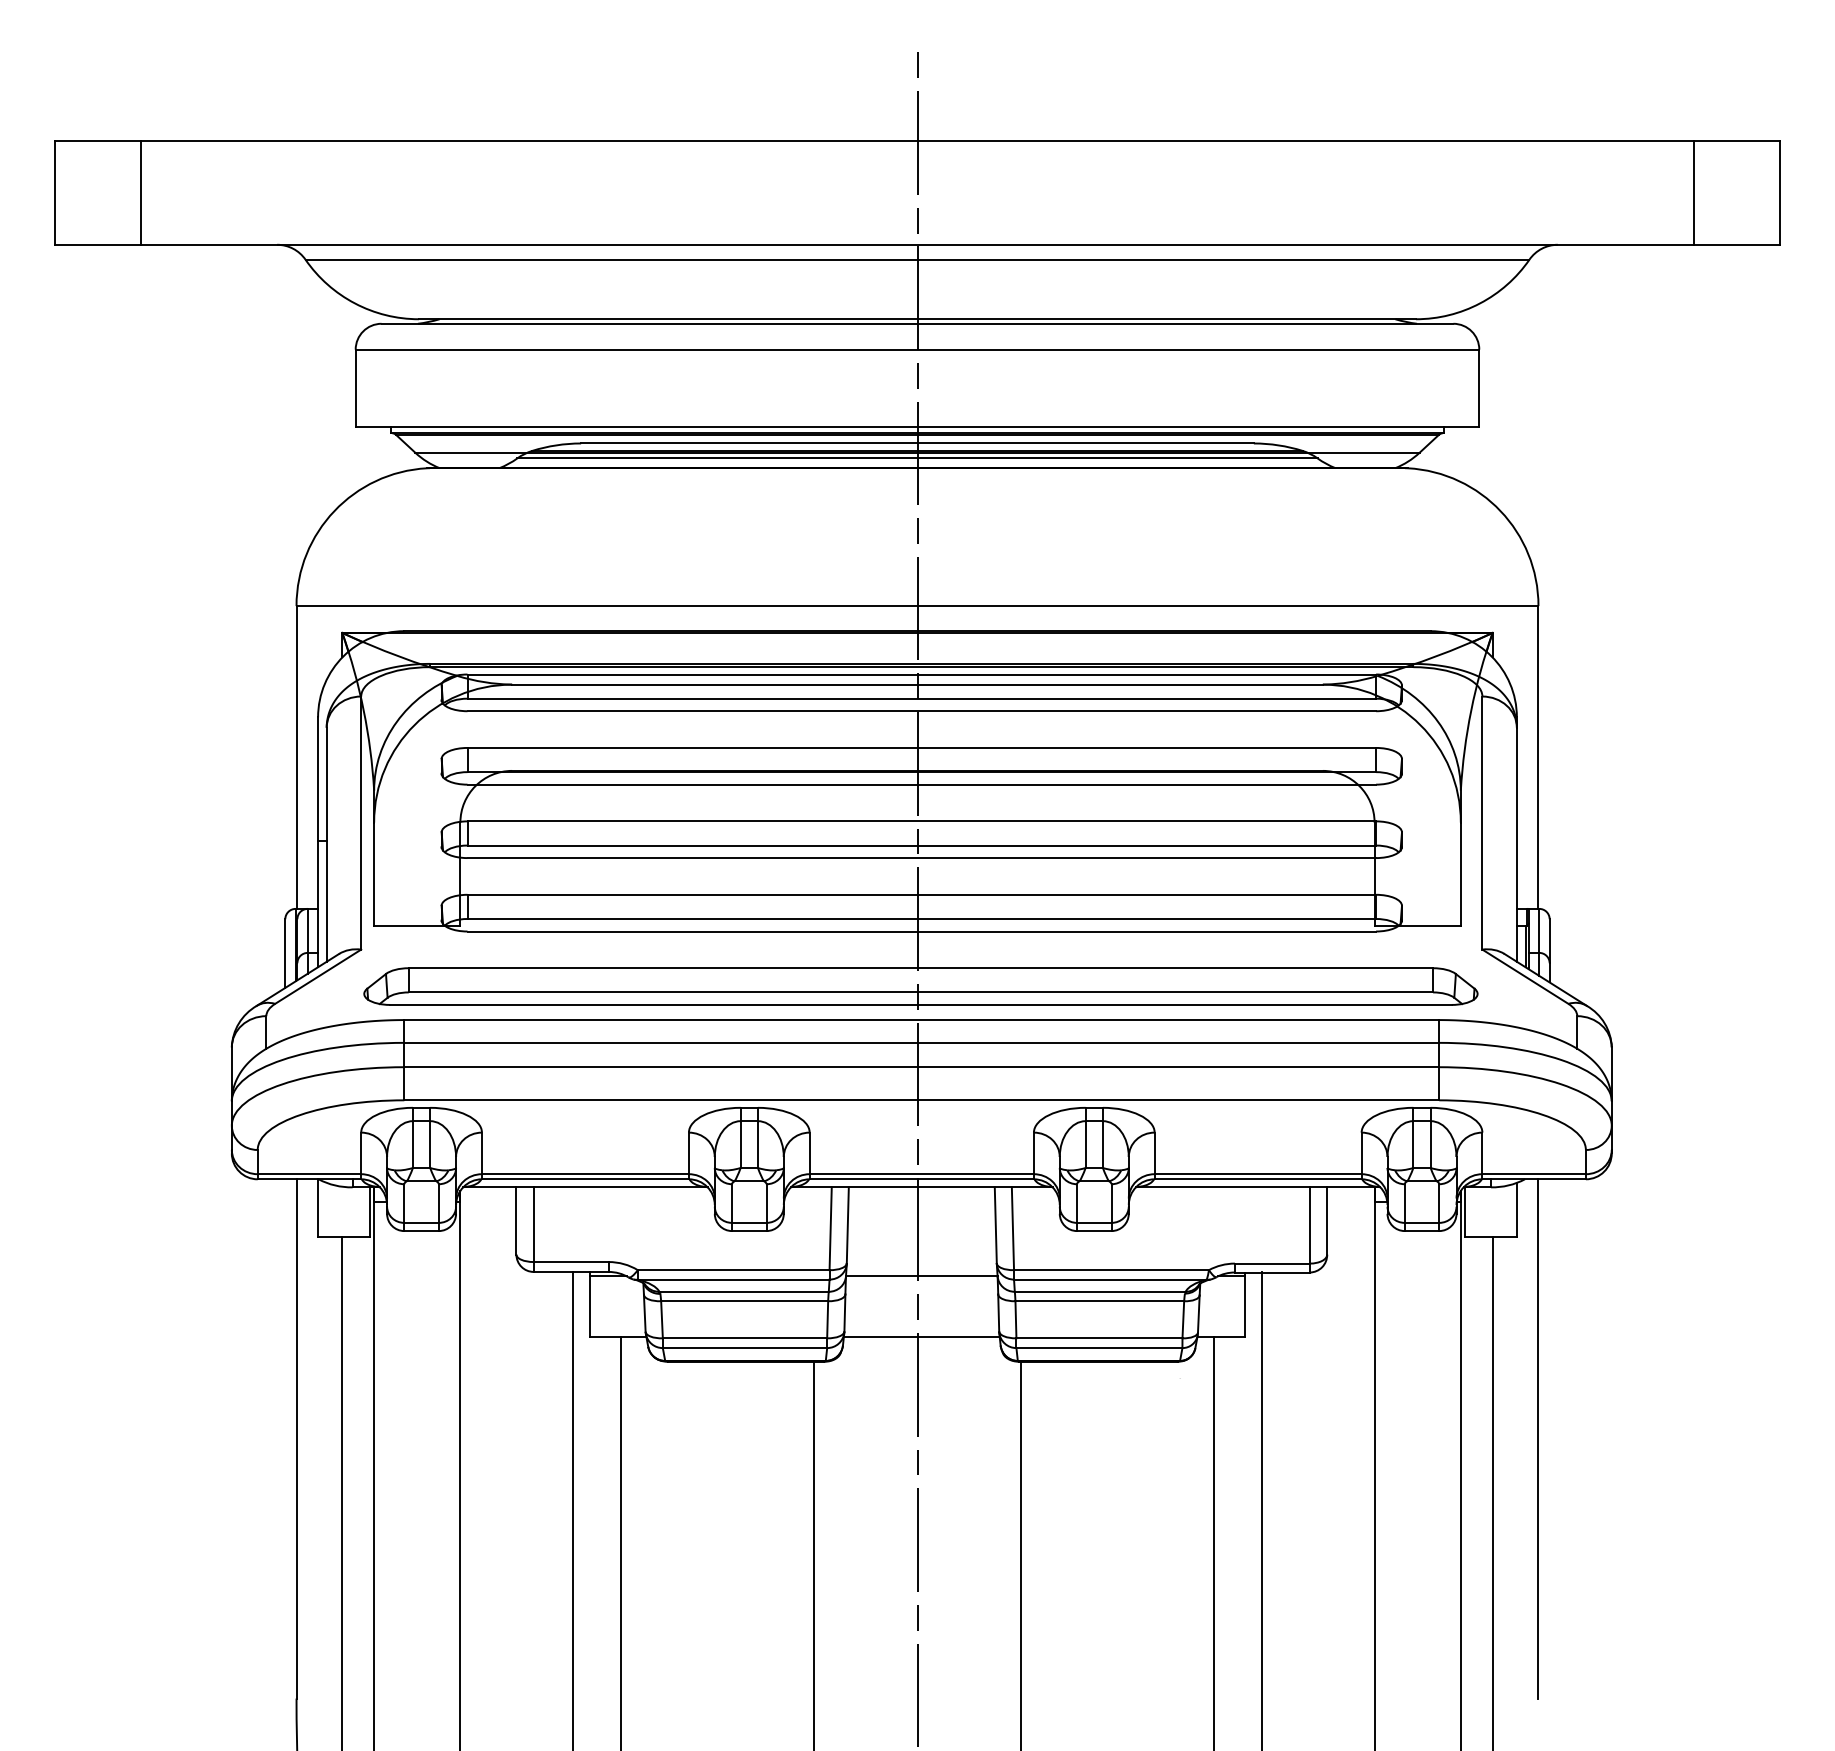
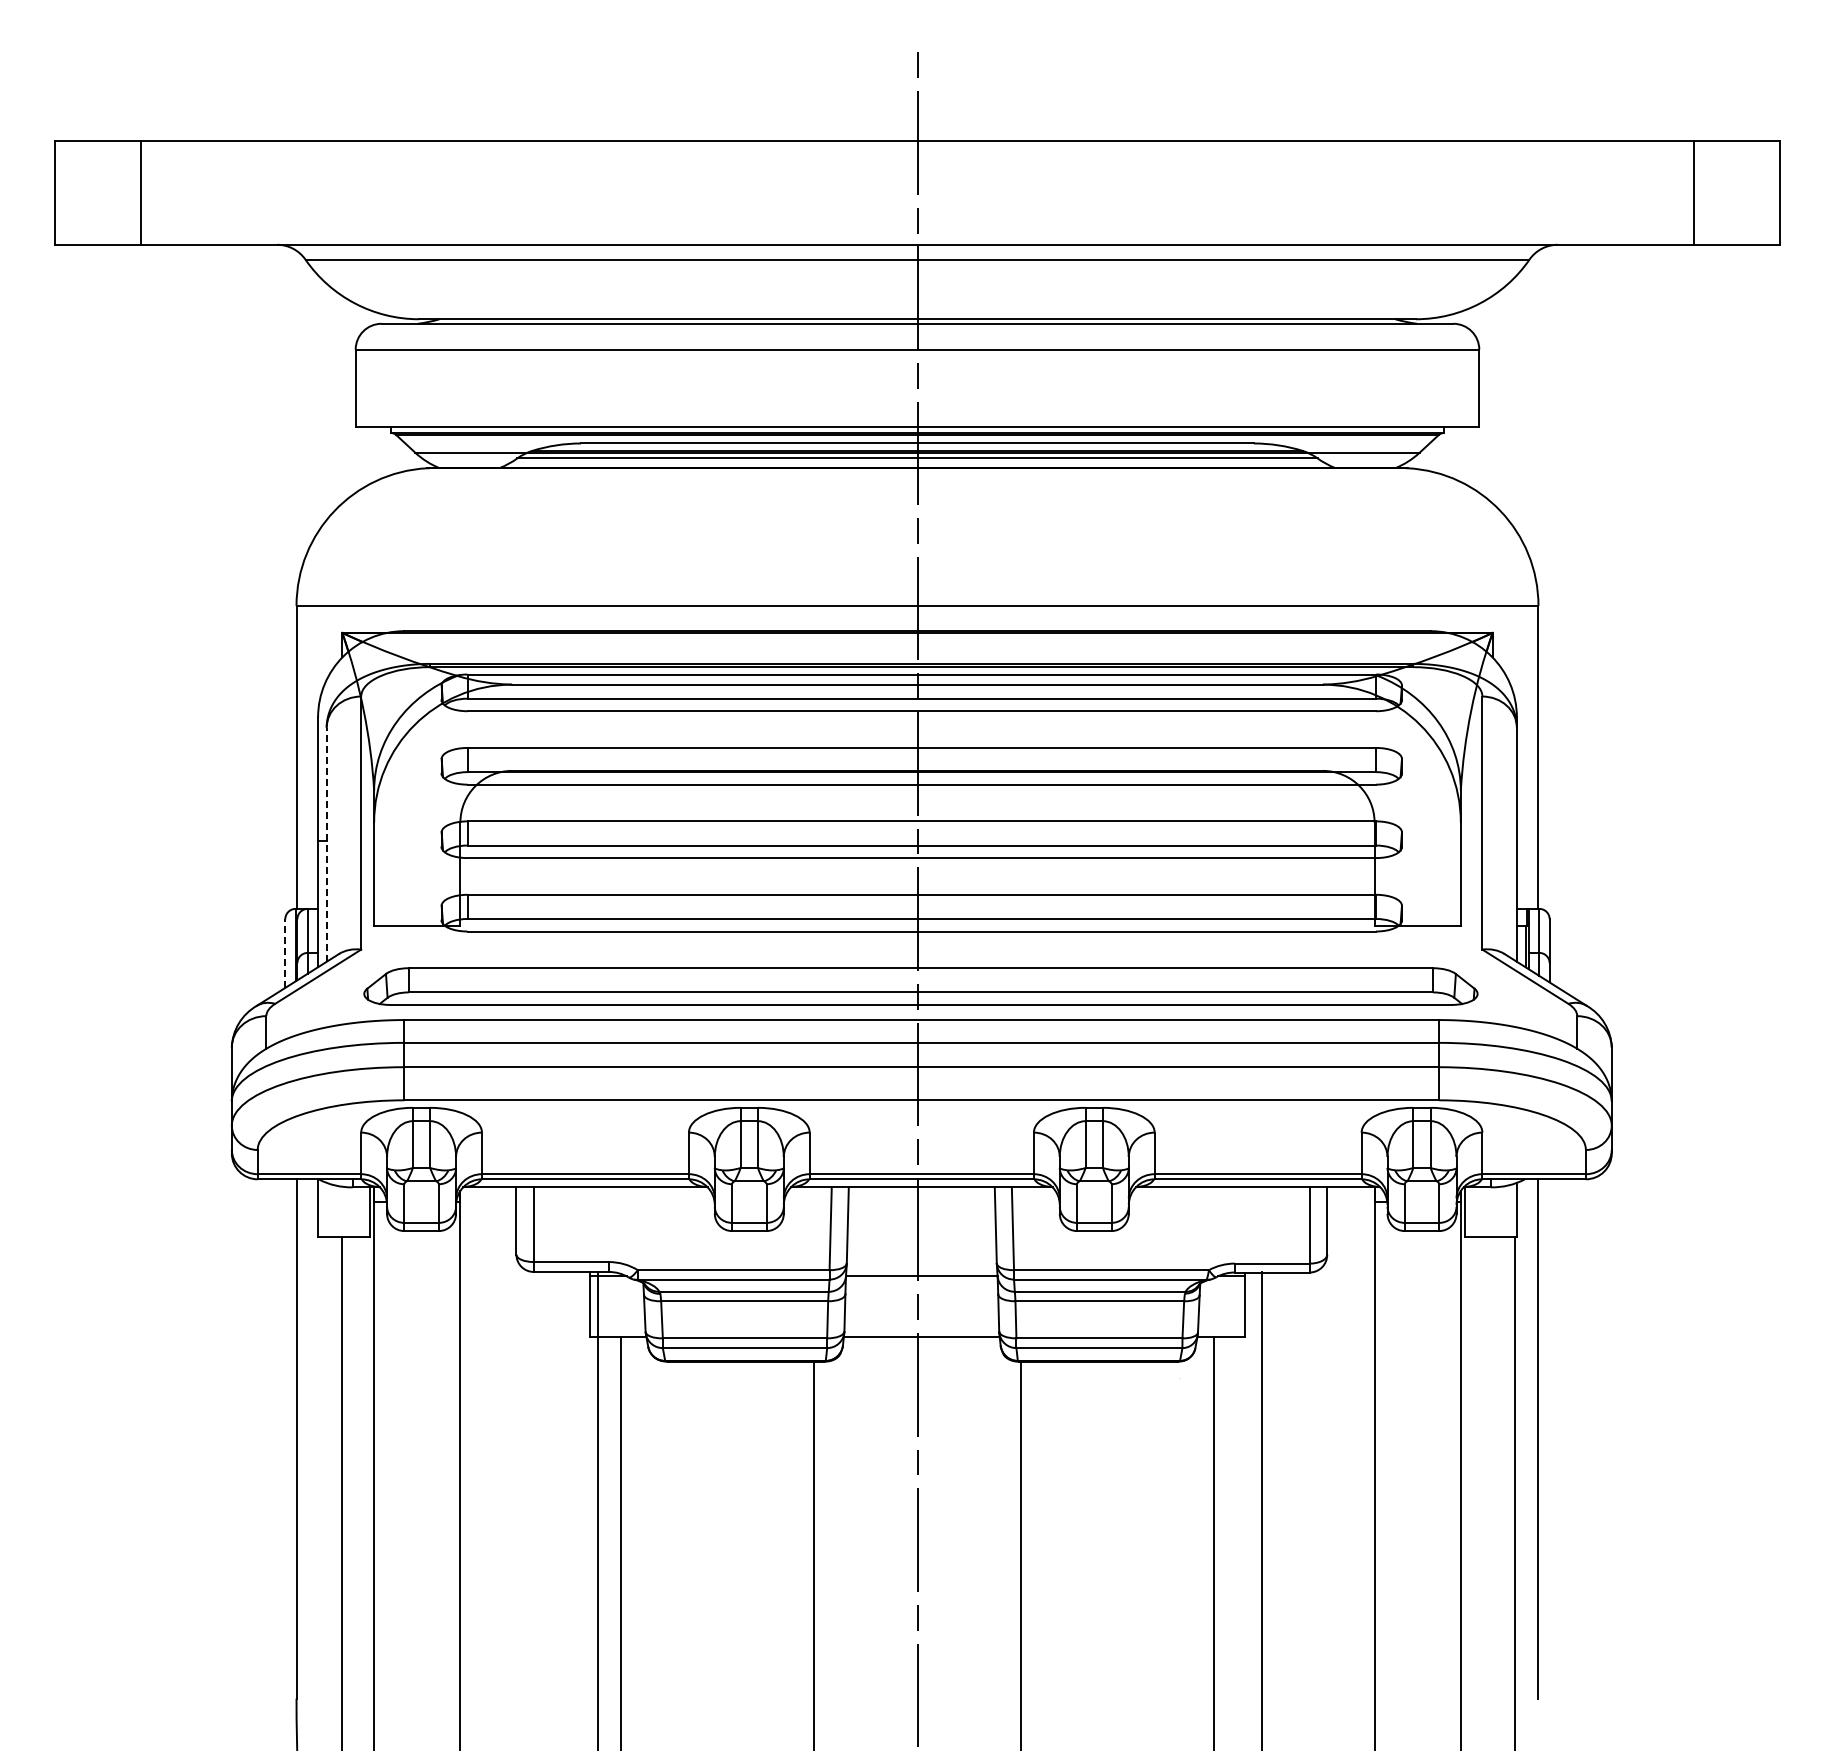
line at (326, 844): solid -> dashed
line at (285, 953): solid -> dashed
line at (1492, 1491) position: (1492, 1491) -> (1514, 1491)
line at (572, 1509) position: (572, 1509) -> (597, 1509)
